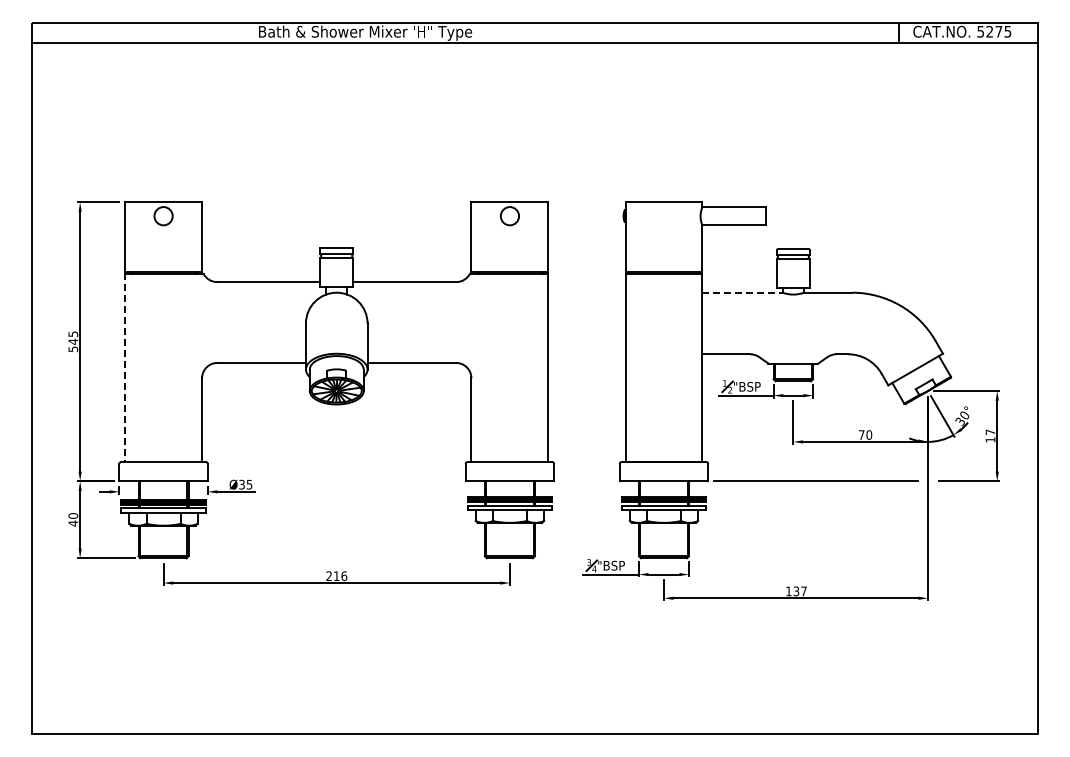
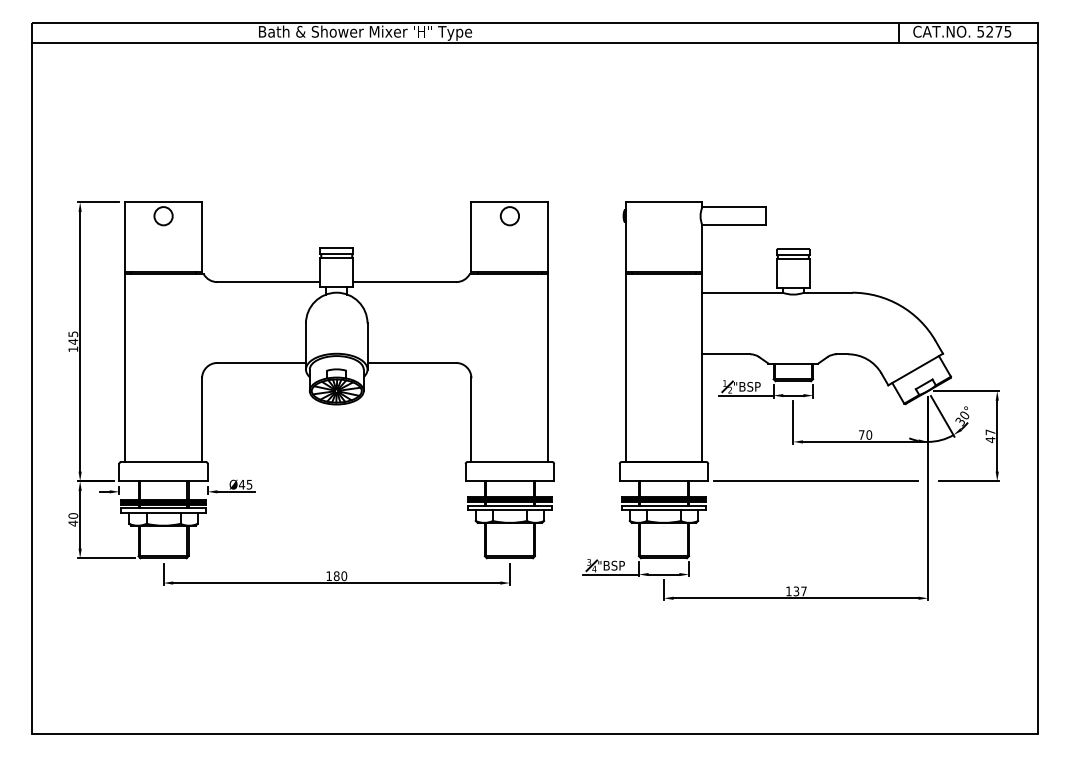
line at (743, 292): dashed -> solid
text at (73, 349): 545 -> 145
line at (125, 368): dashed -> solid
text at (990, 439): 17 -> 47
text at (241, 484): Ø35 -> Ø45
text at (336, 576): 216 -> 180
